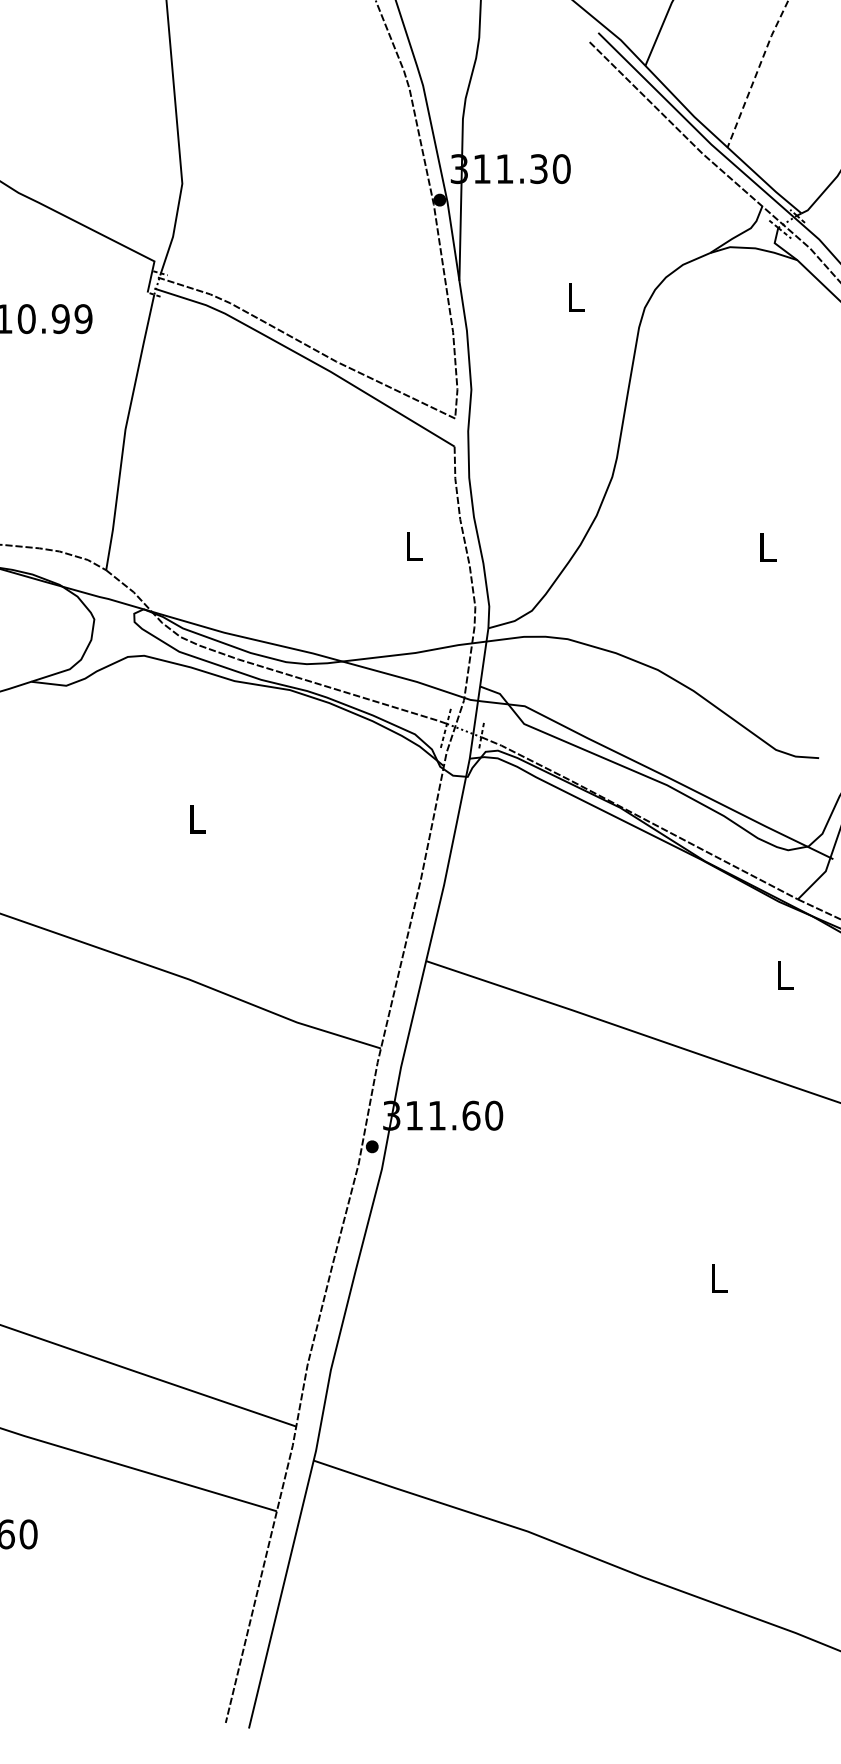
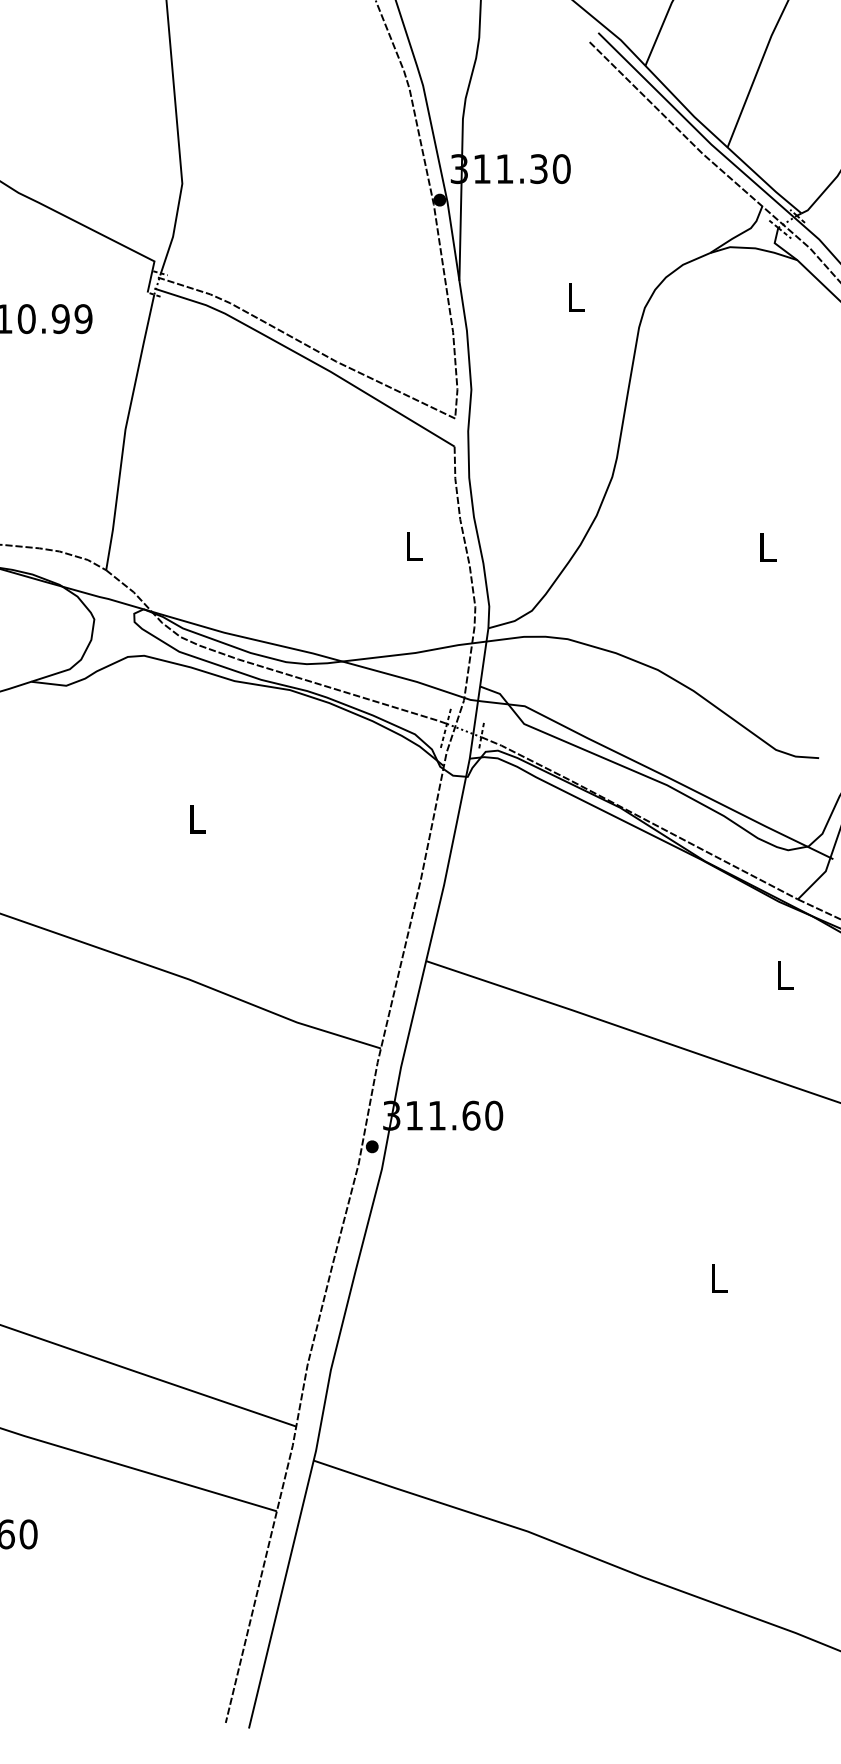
line at (756, 73): dashed -> solid
